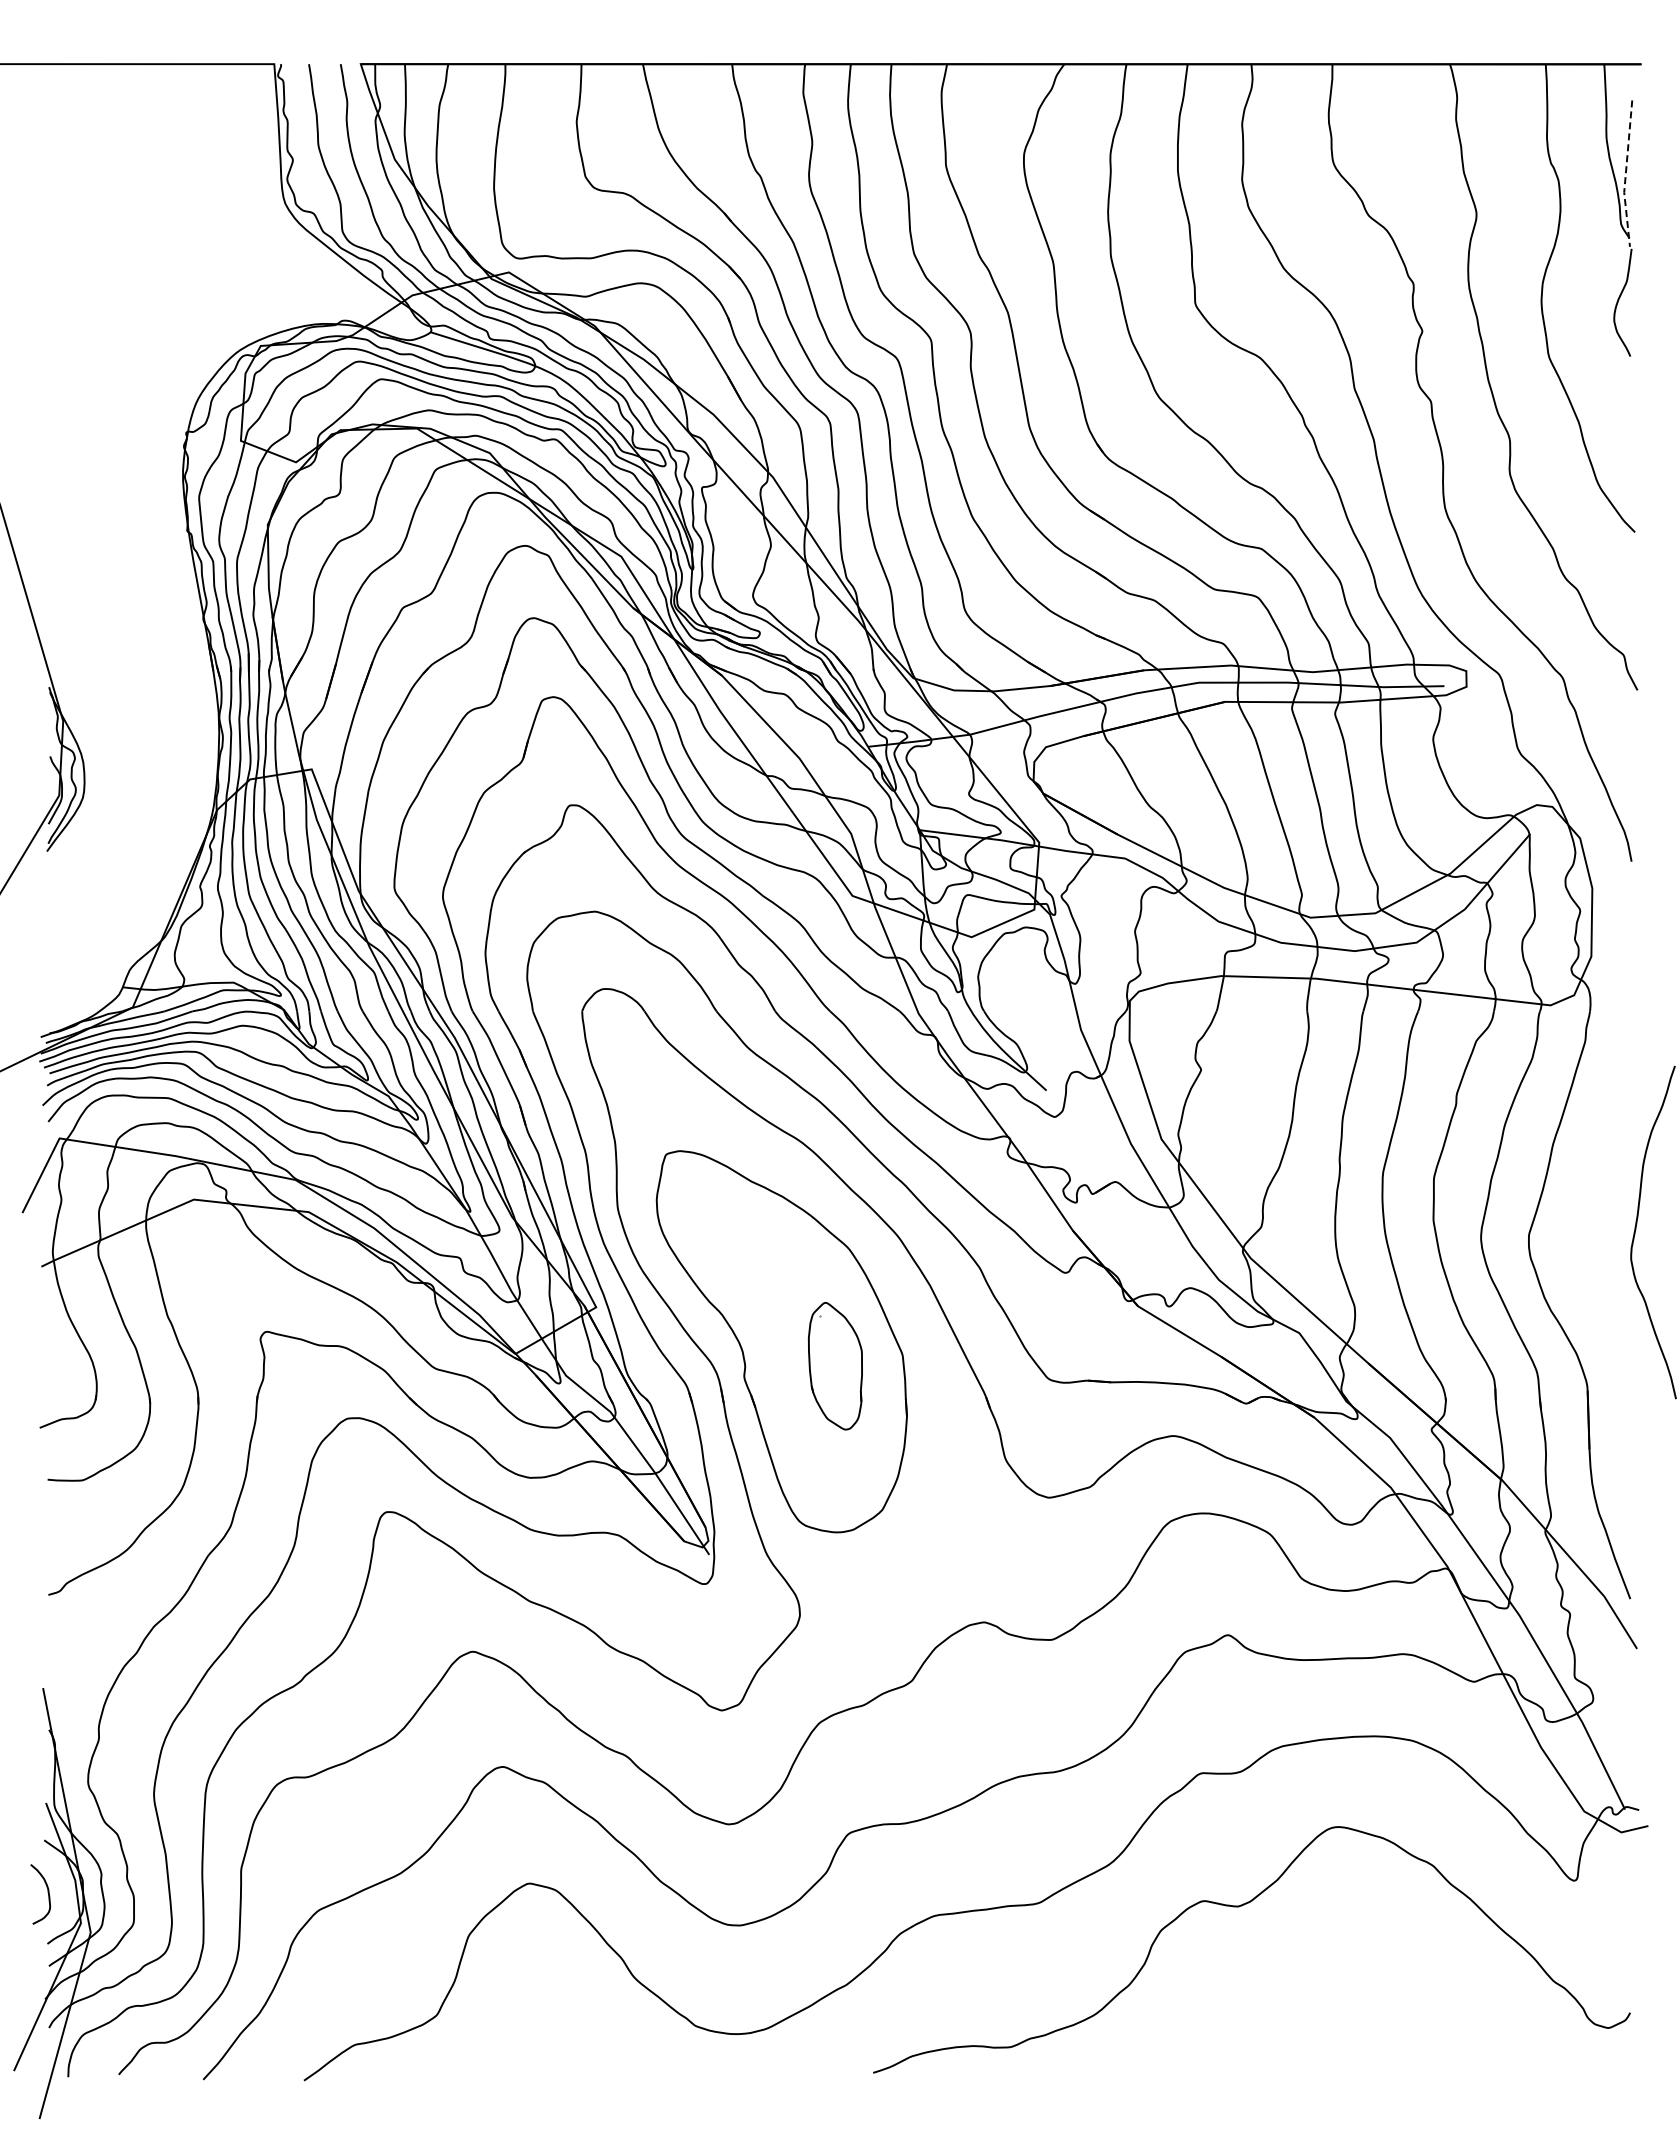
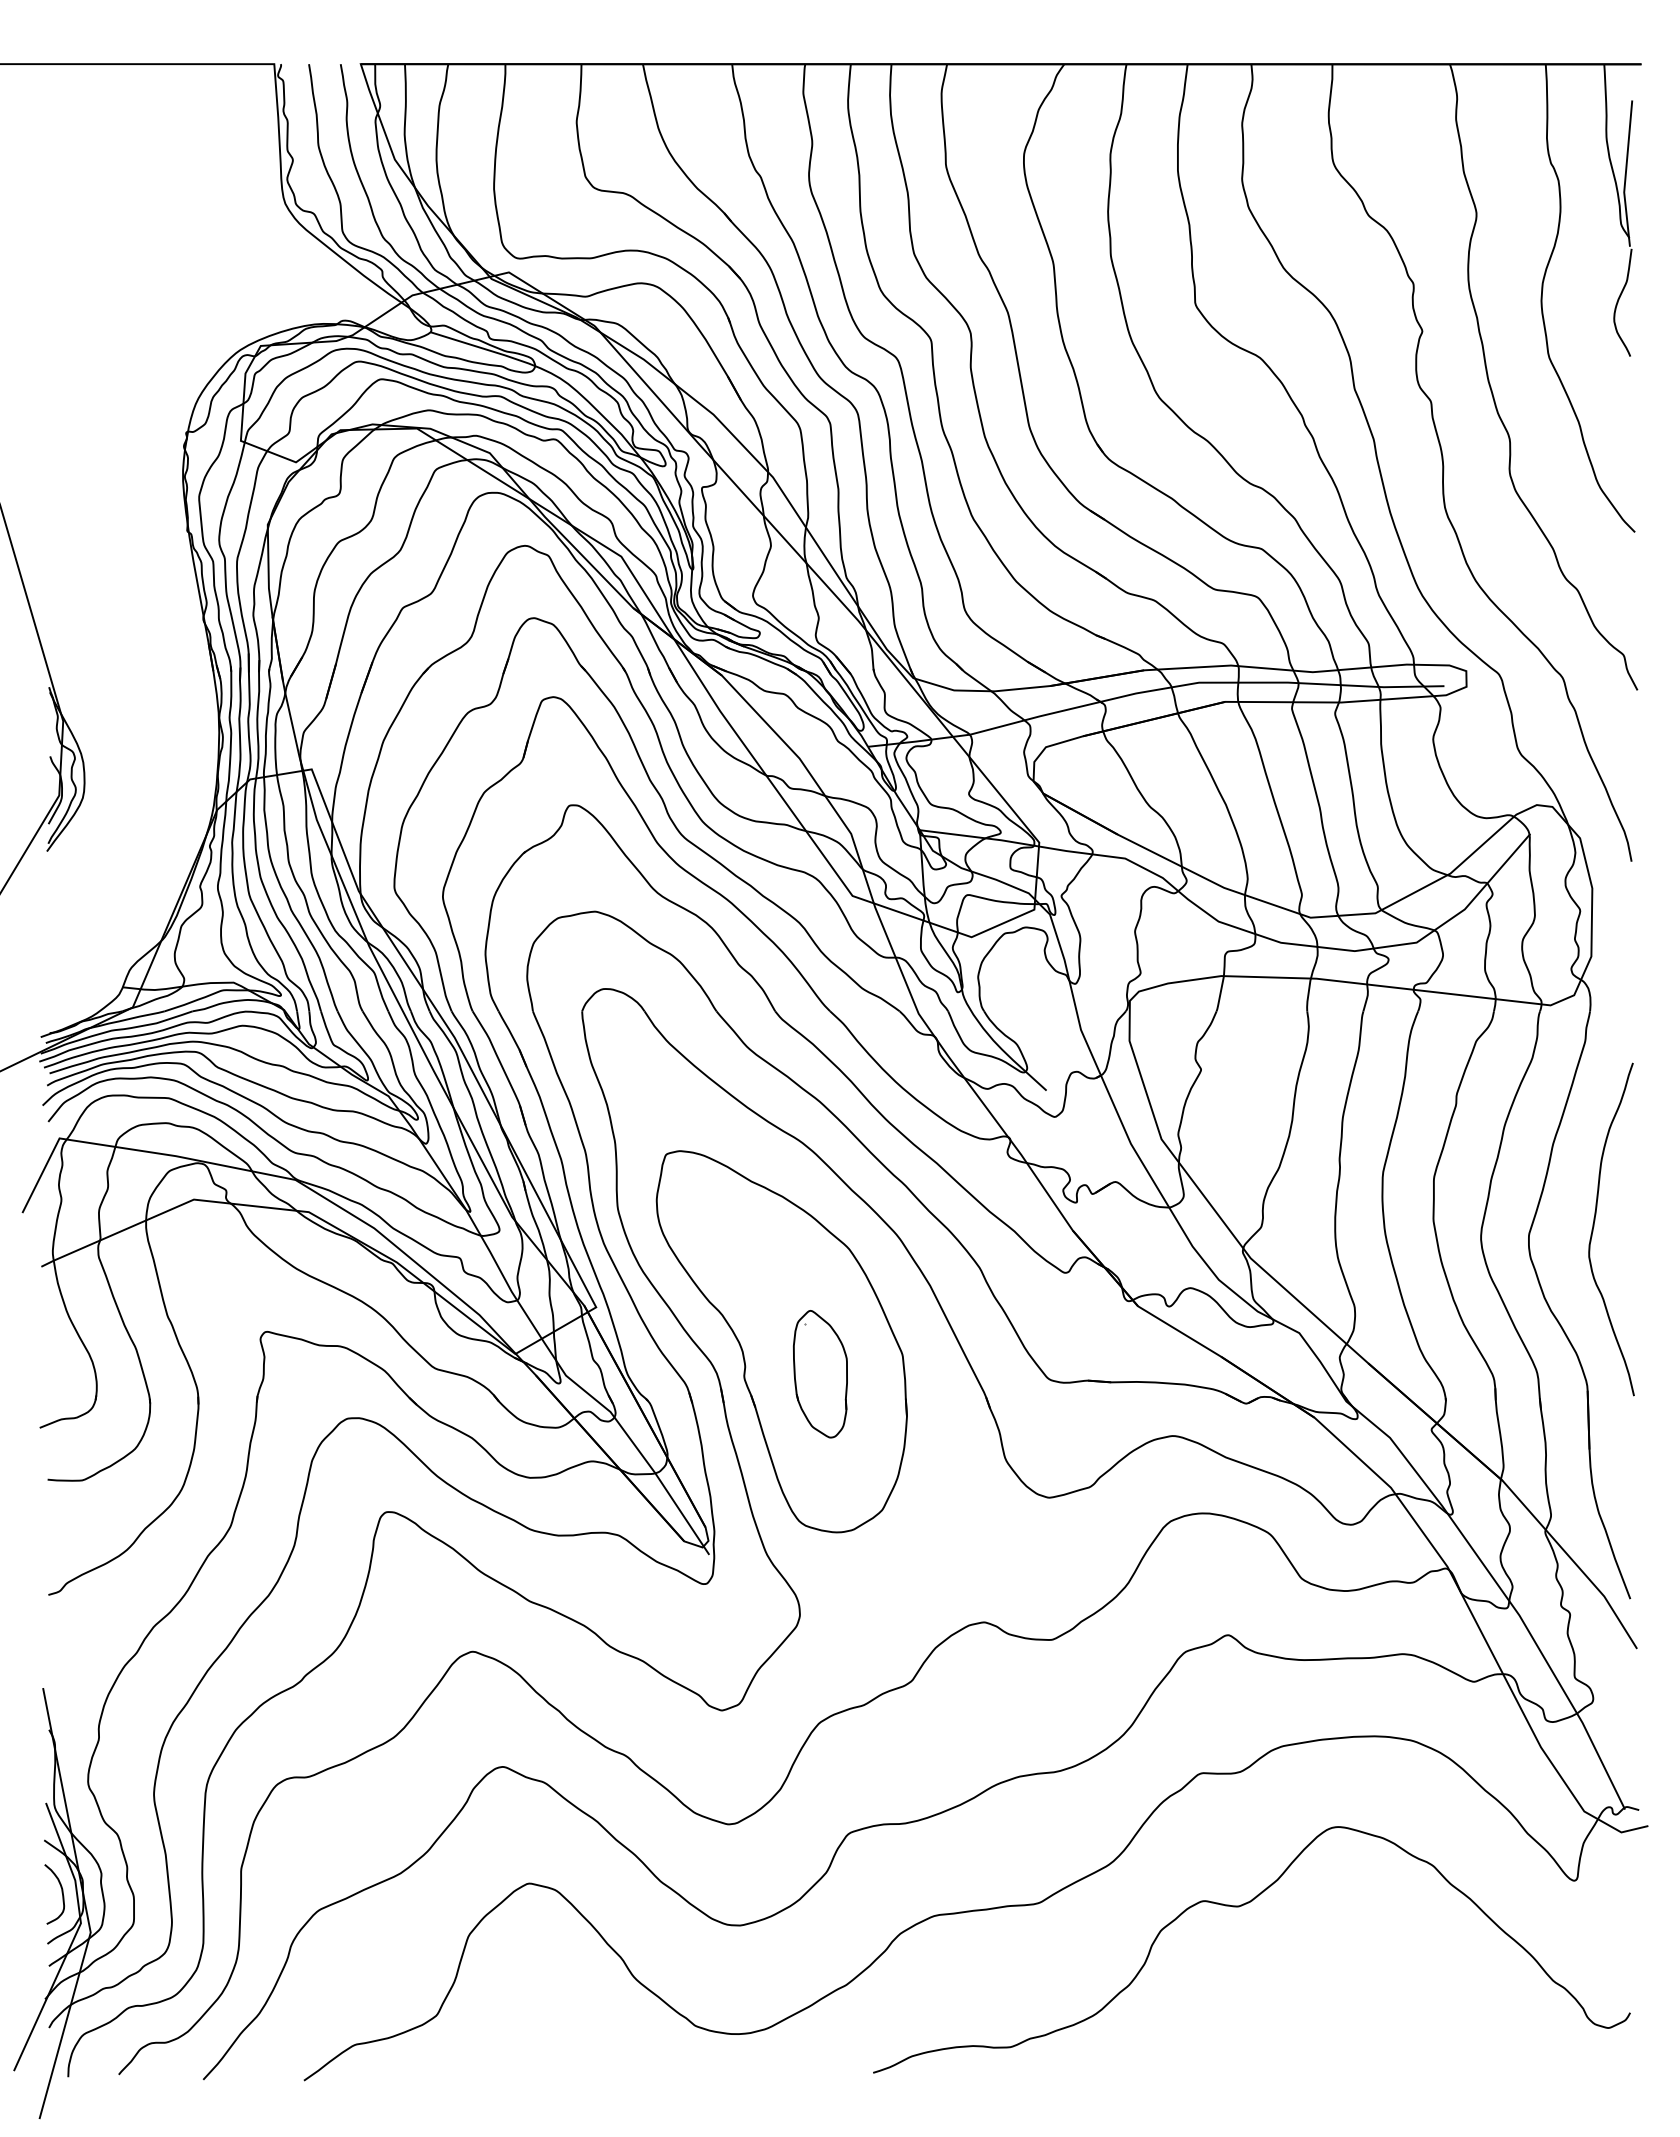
line at (1625, 174): dashed -> solid
curve at (1636, 1229) position: (1636, 1229) -> (1594, 1226)
part at (835, 1366) position: (835, 1366) -> (820, 1374)
curve at (47, 1892) position: (47, 1892) -> (61, 1892)
